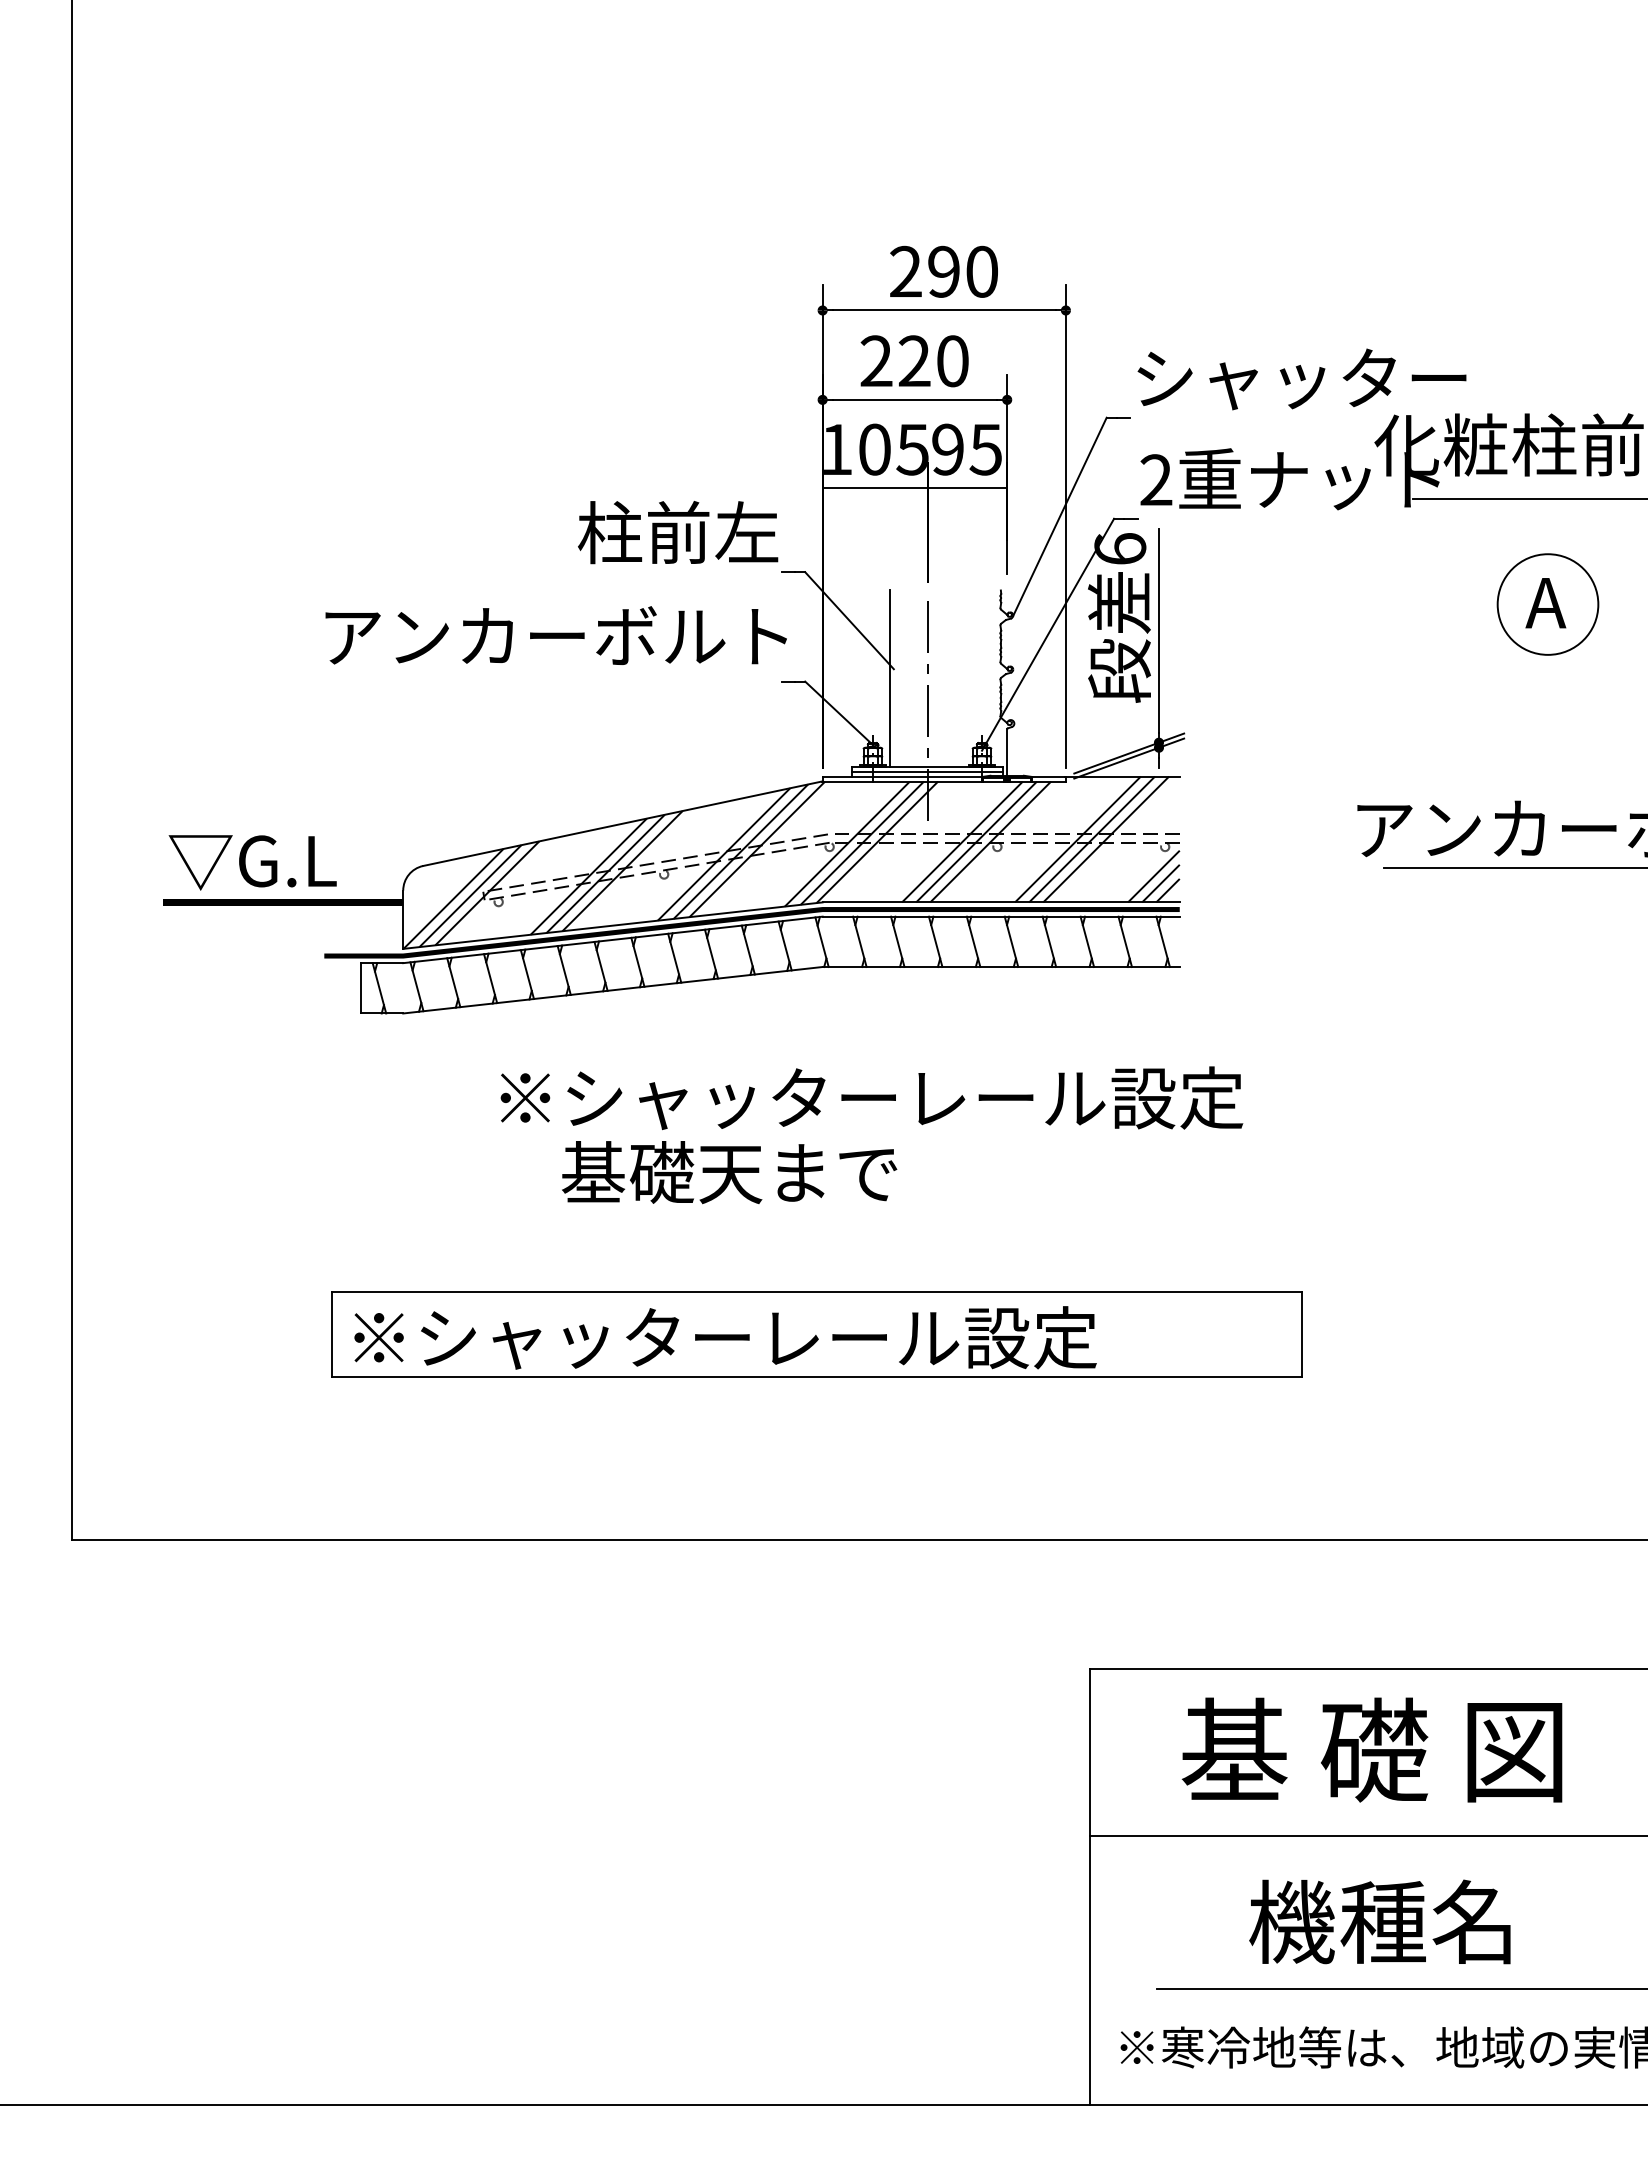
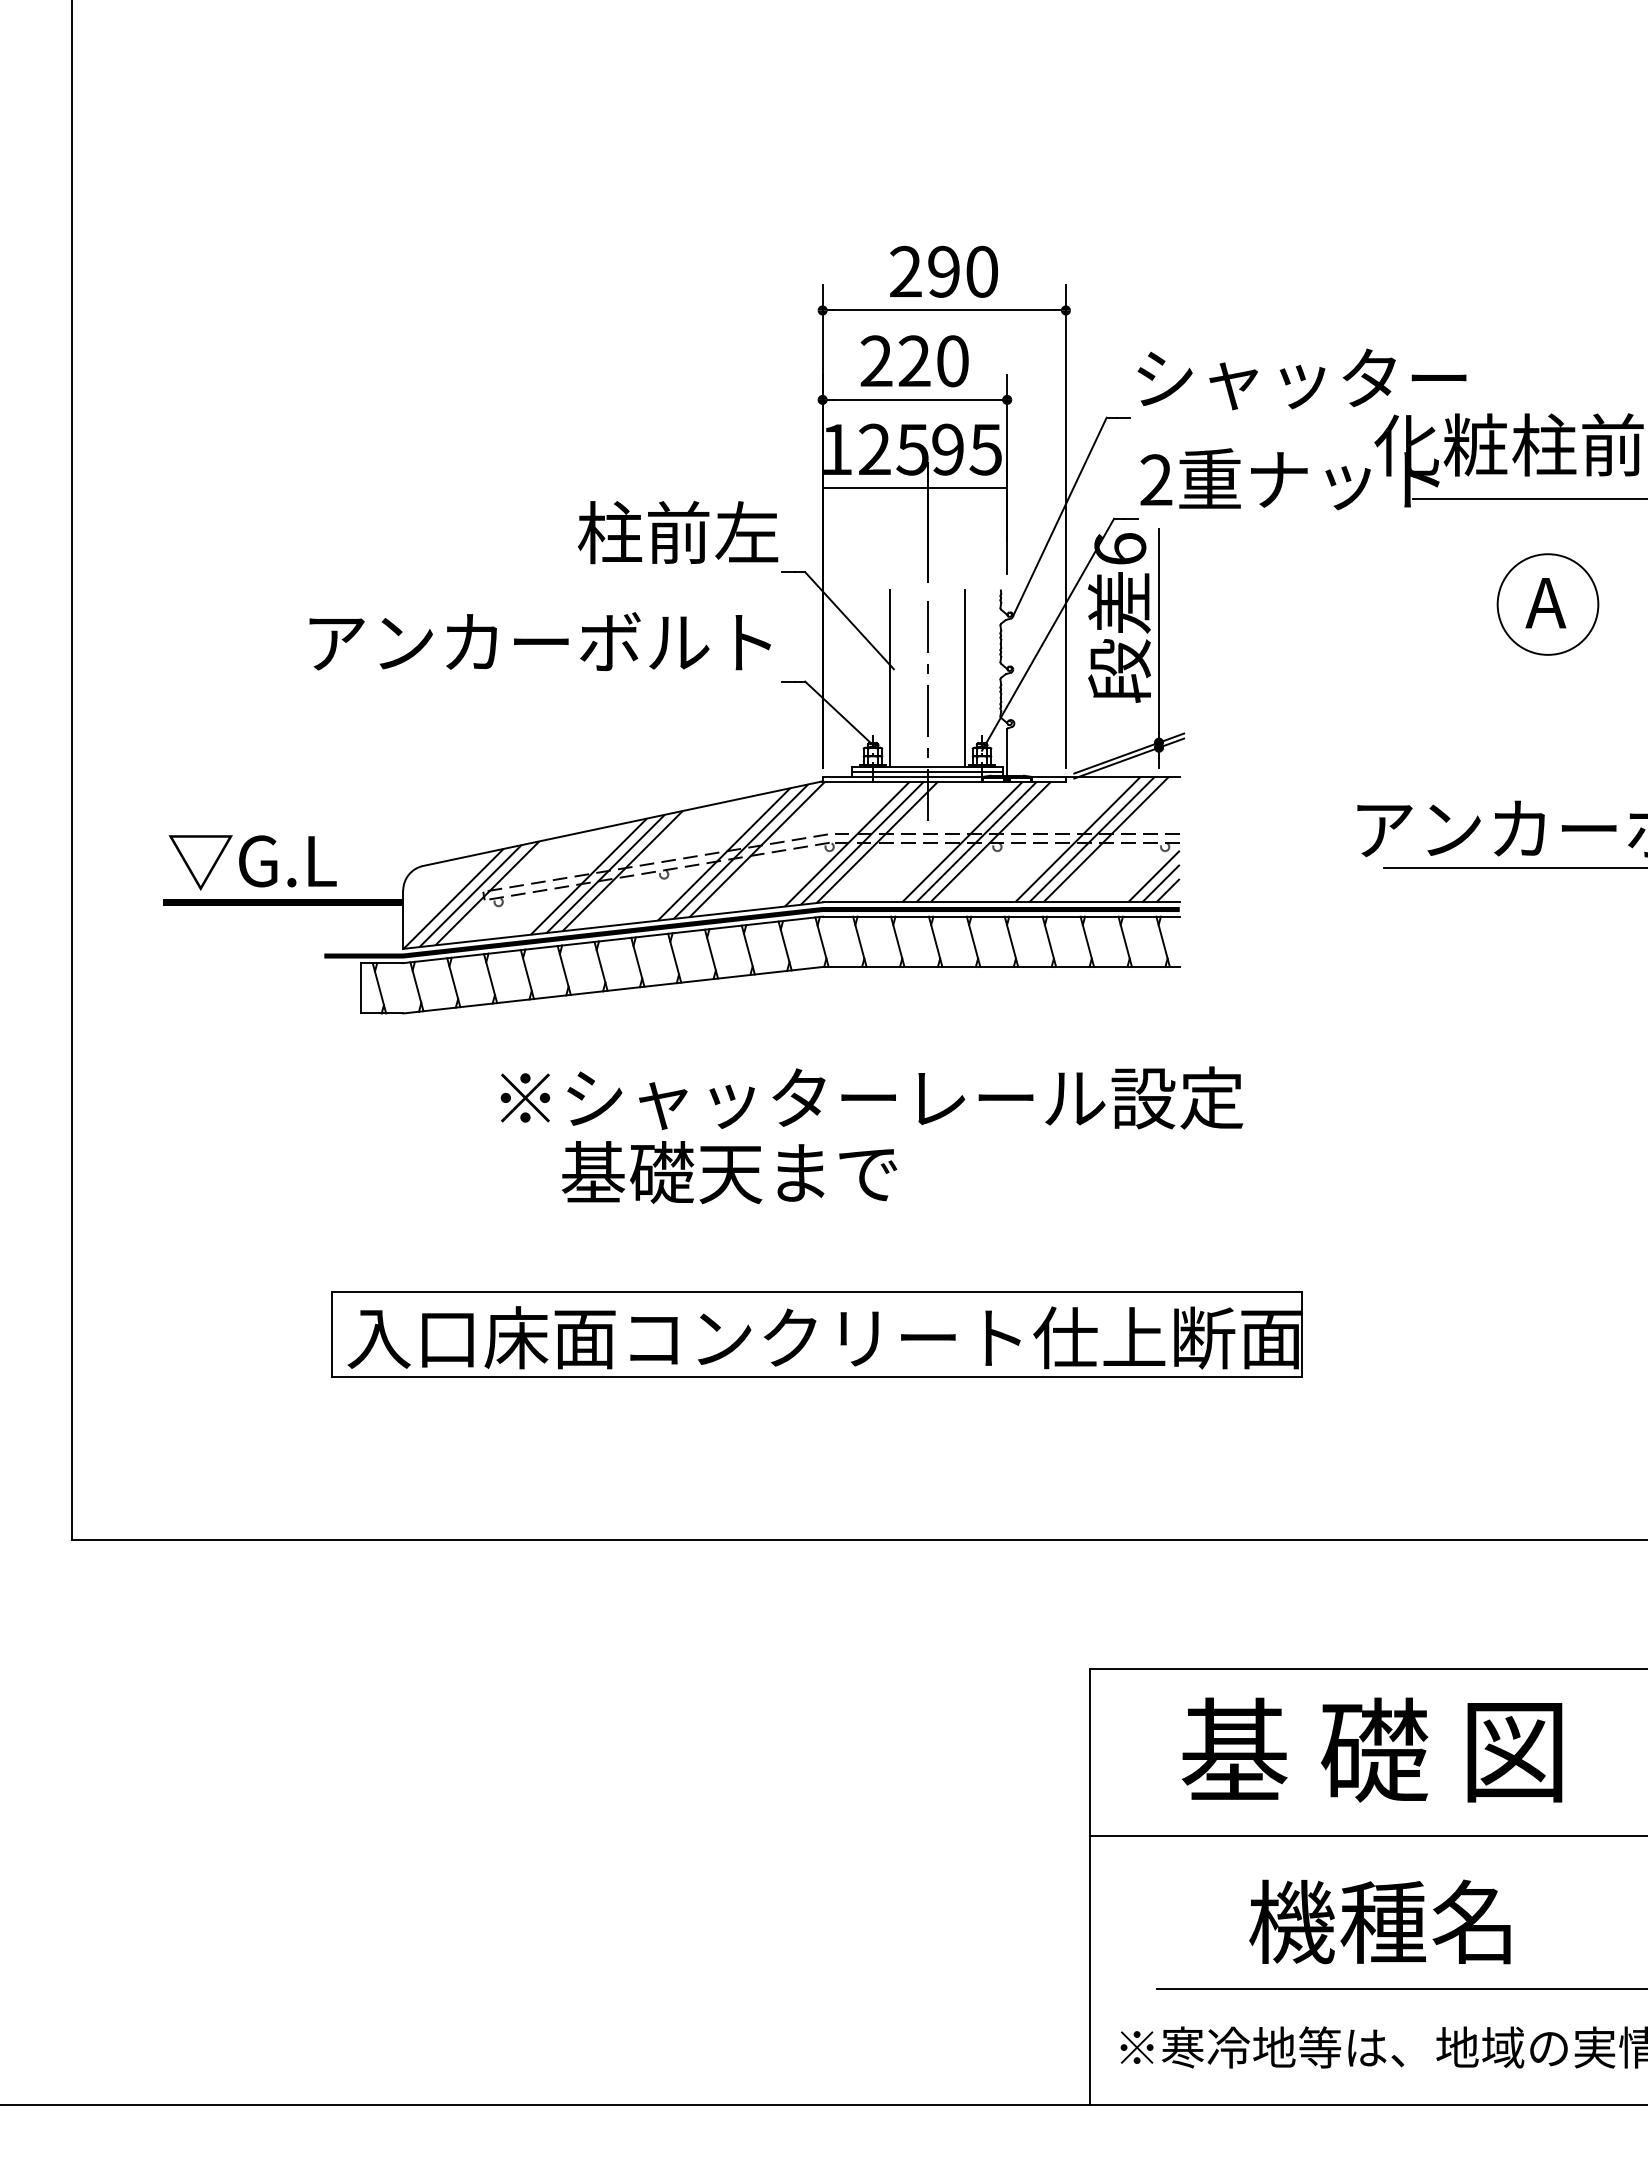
text at (874, 449): 105 -> 125
text at (555, 635) position: (555, 635) -> (539, 641)
line at (965, 678): none -> present
text at (823, 1337): ※シャッターレール設定 -> 入口床面コンクリート仕上断面
